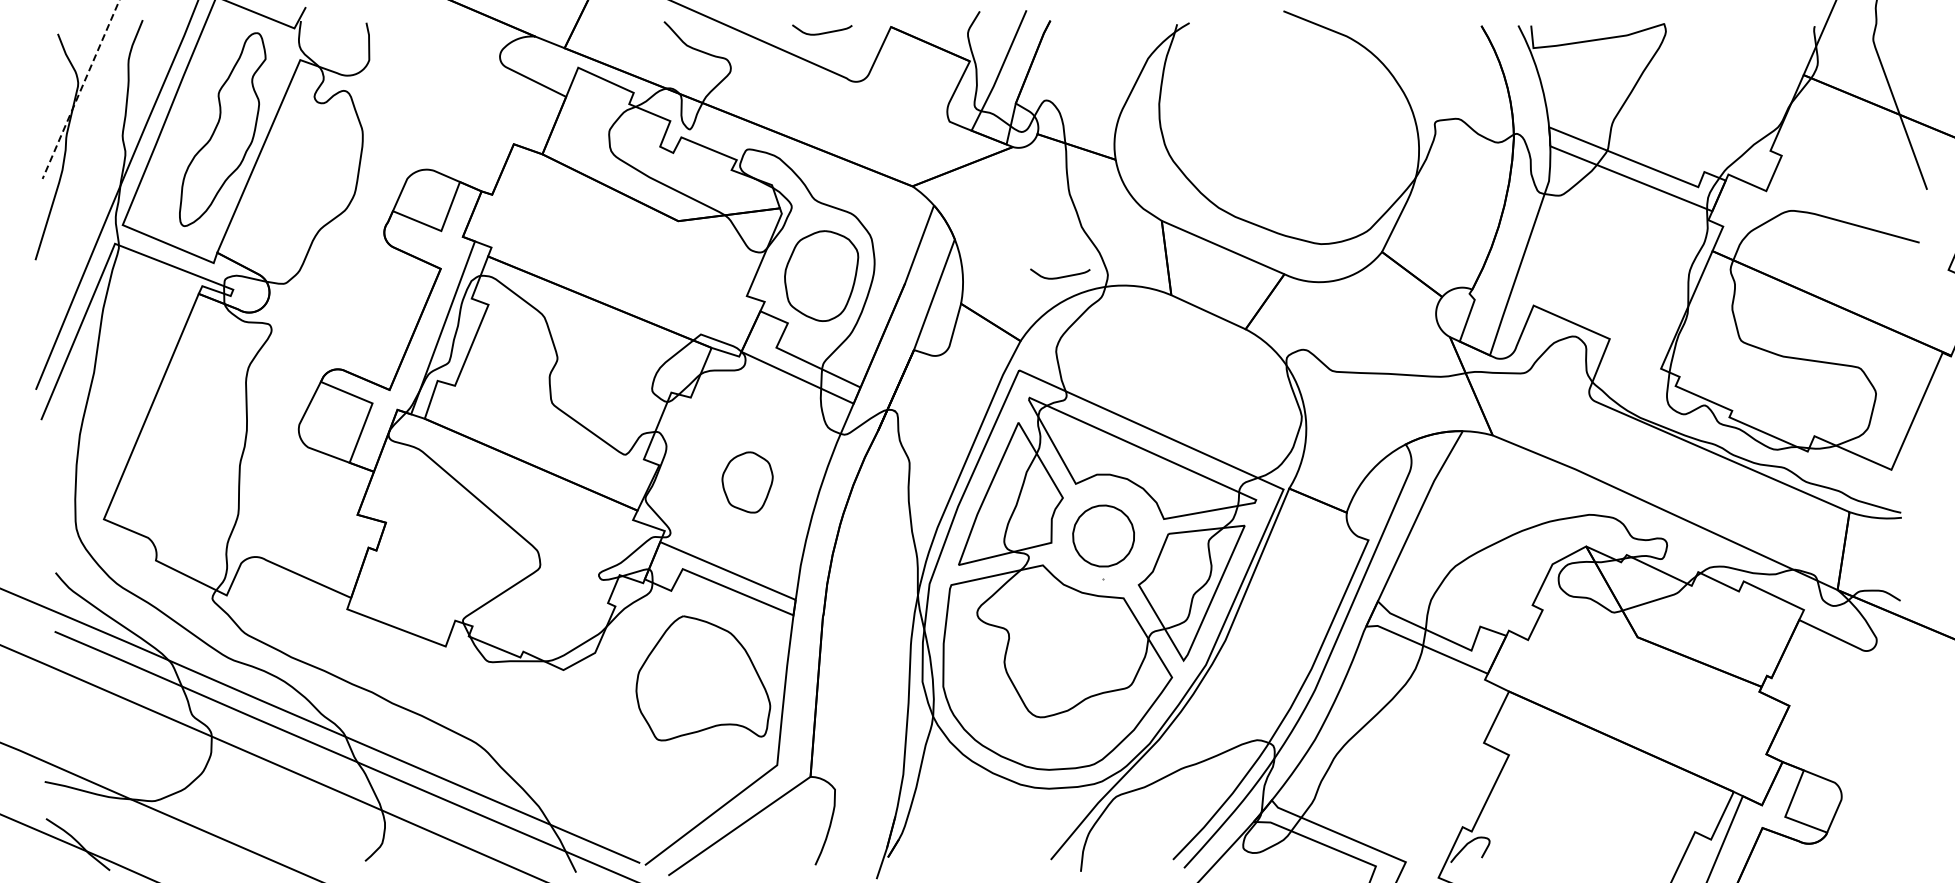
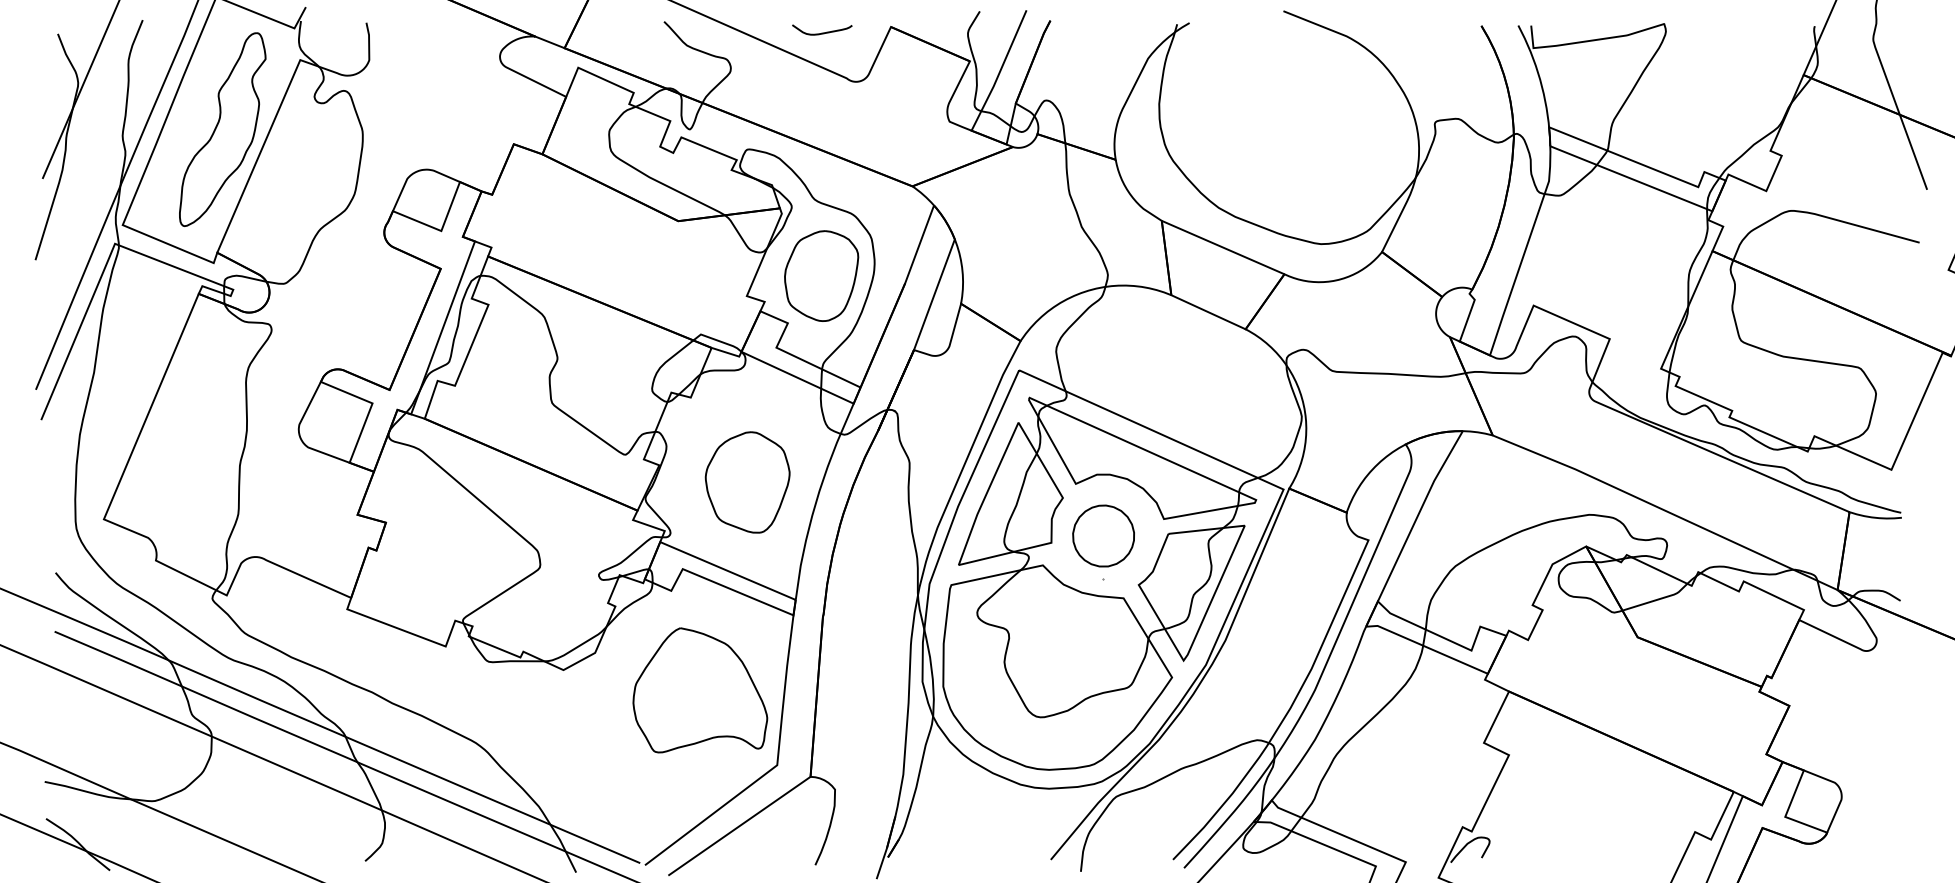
line at (80, 90): dashed -> solid
curve at (1060, 276): present -> none
part at (747, 482) size: 53x63 px -> 87x103 px
part at (703, 678) position: (703, 678) -> (700, 690)
